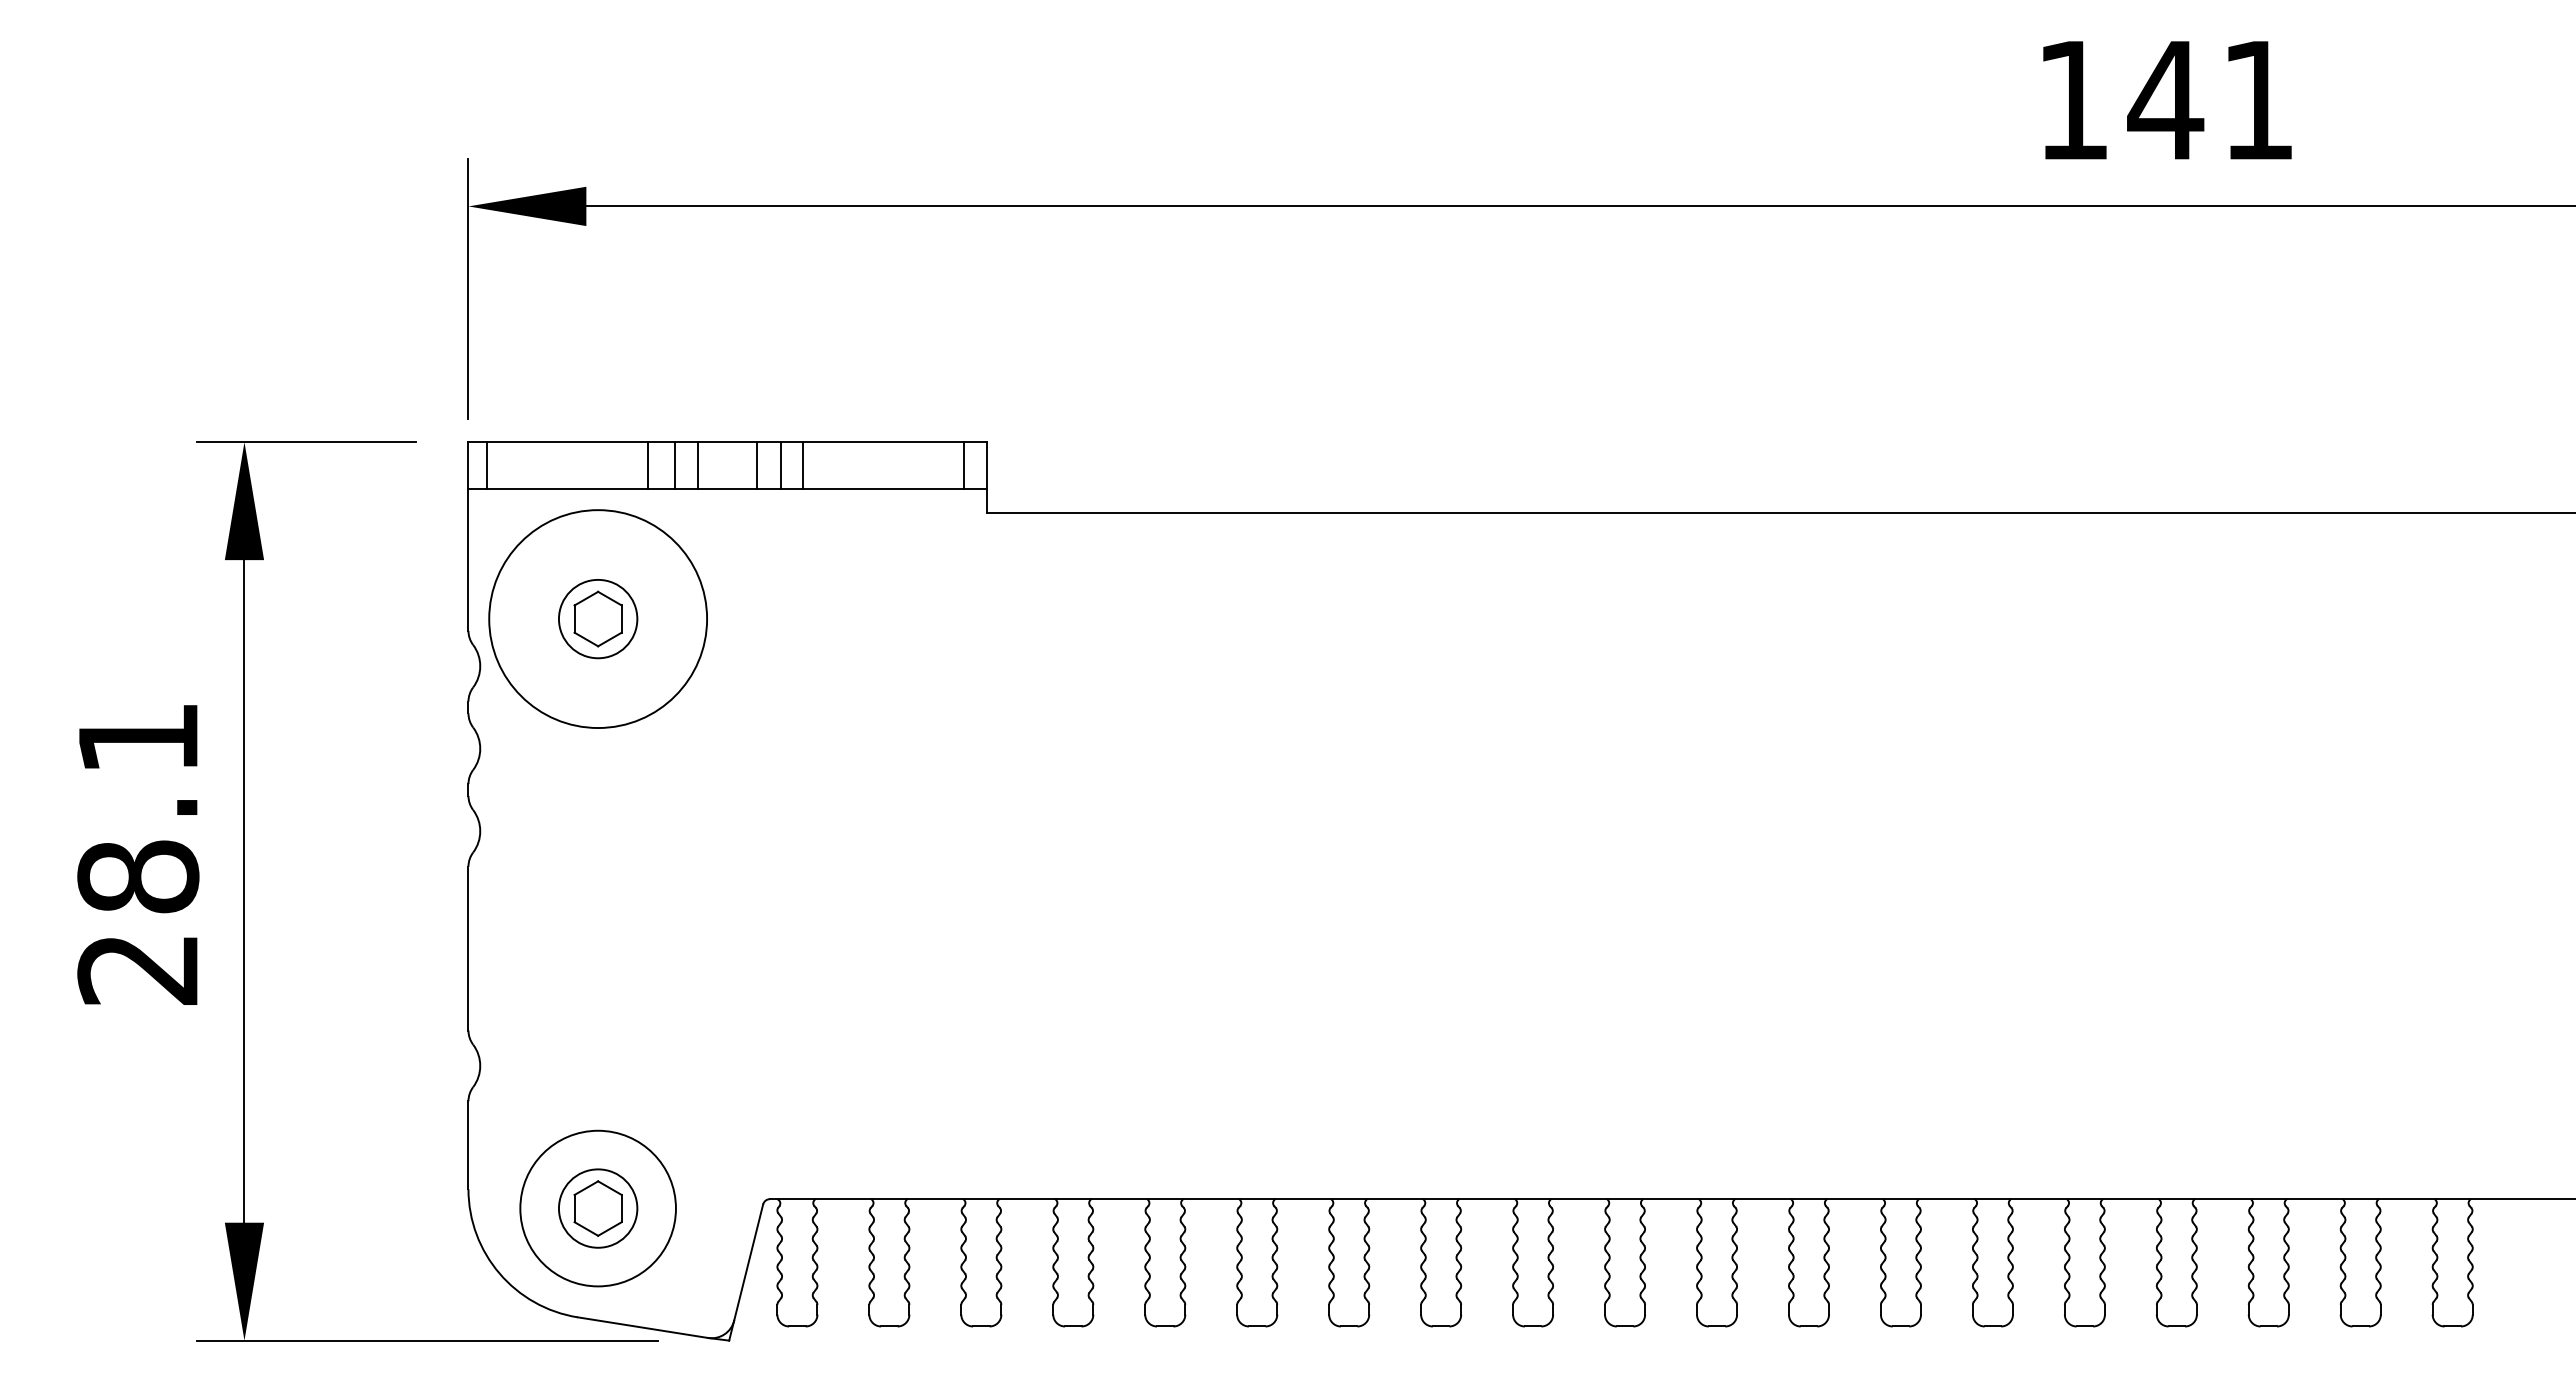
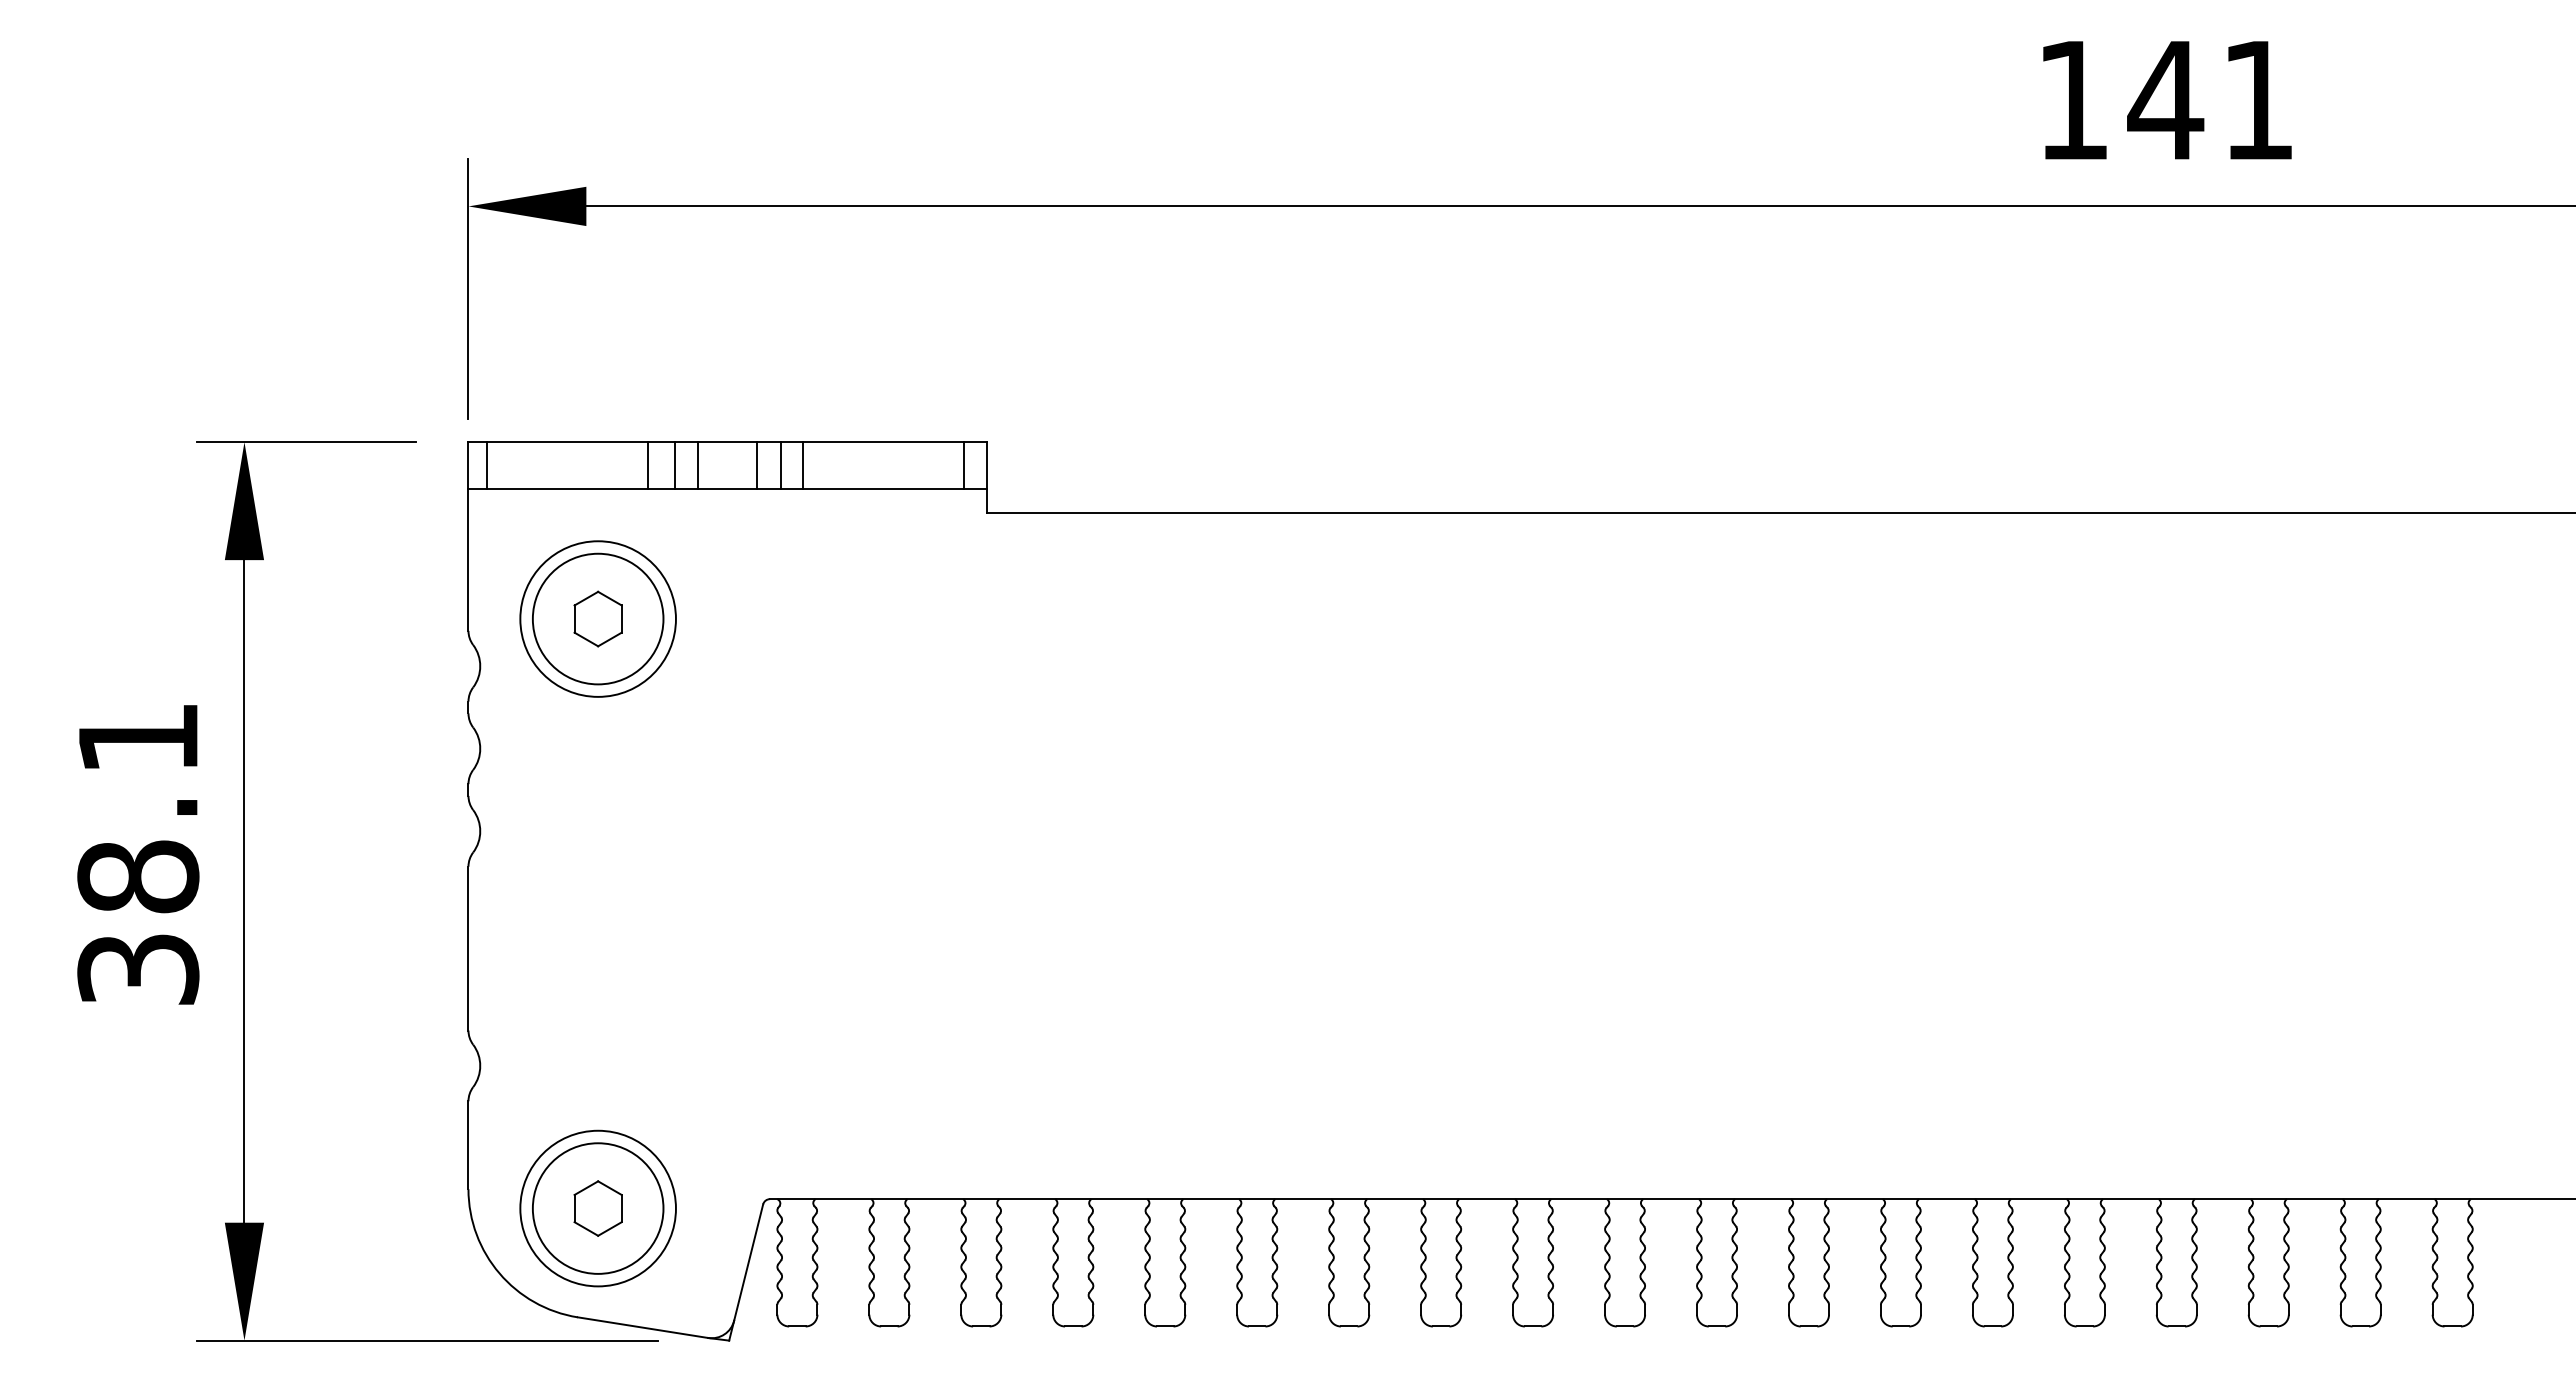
circle at (597, 618) diameter: 78 px -> 131 px
circle at (598, 619) diameter: 218 px -> 156 px
text at (138, 969): 28.1 -> 38.1
circle at (597, 1208) diameter: 78 px -> 131 px
